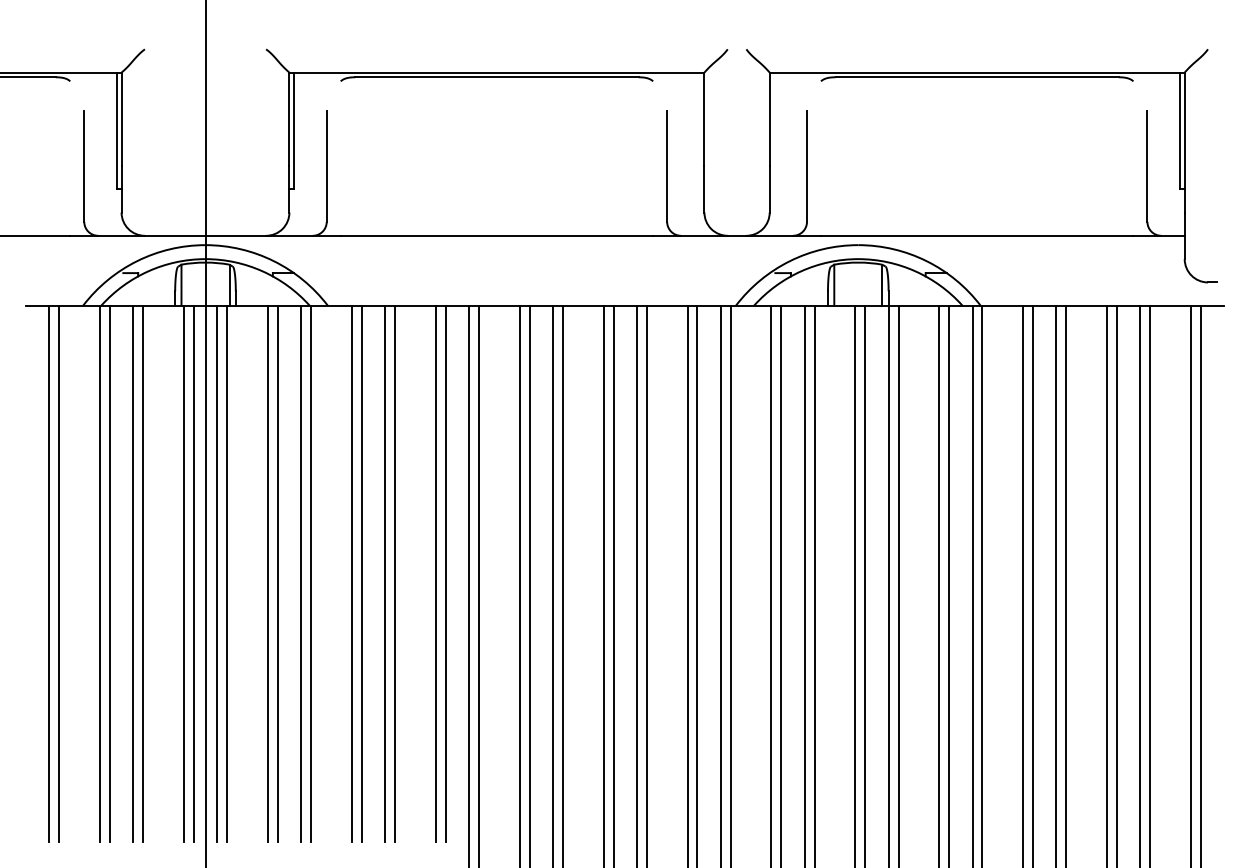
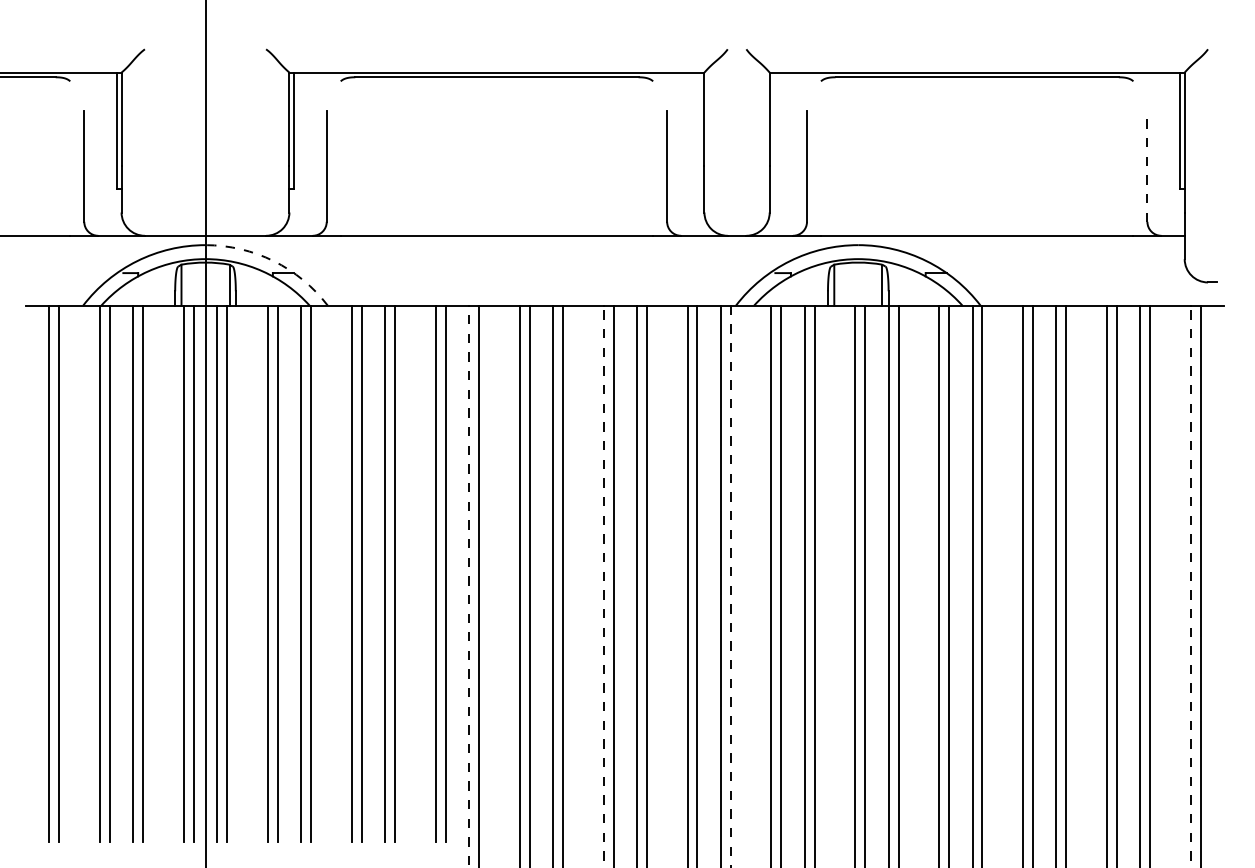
line at (1147, 165): solid -> dashed
arc at (273, 261): solid -> dashed
line at (468, 586): solid -> dashed
line at (603, 586): solid -> dashed
line at (730, 586): solid -> dashed
line at (1191, 586): solid -> dashed
